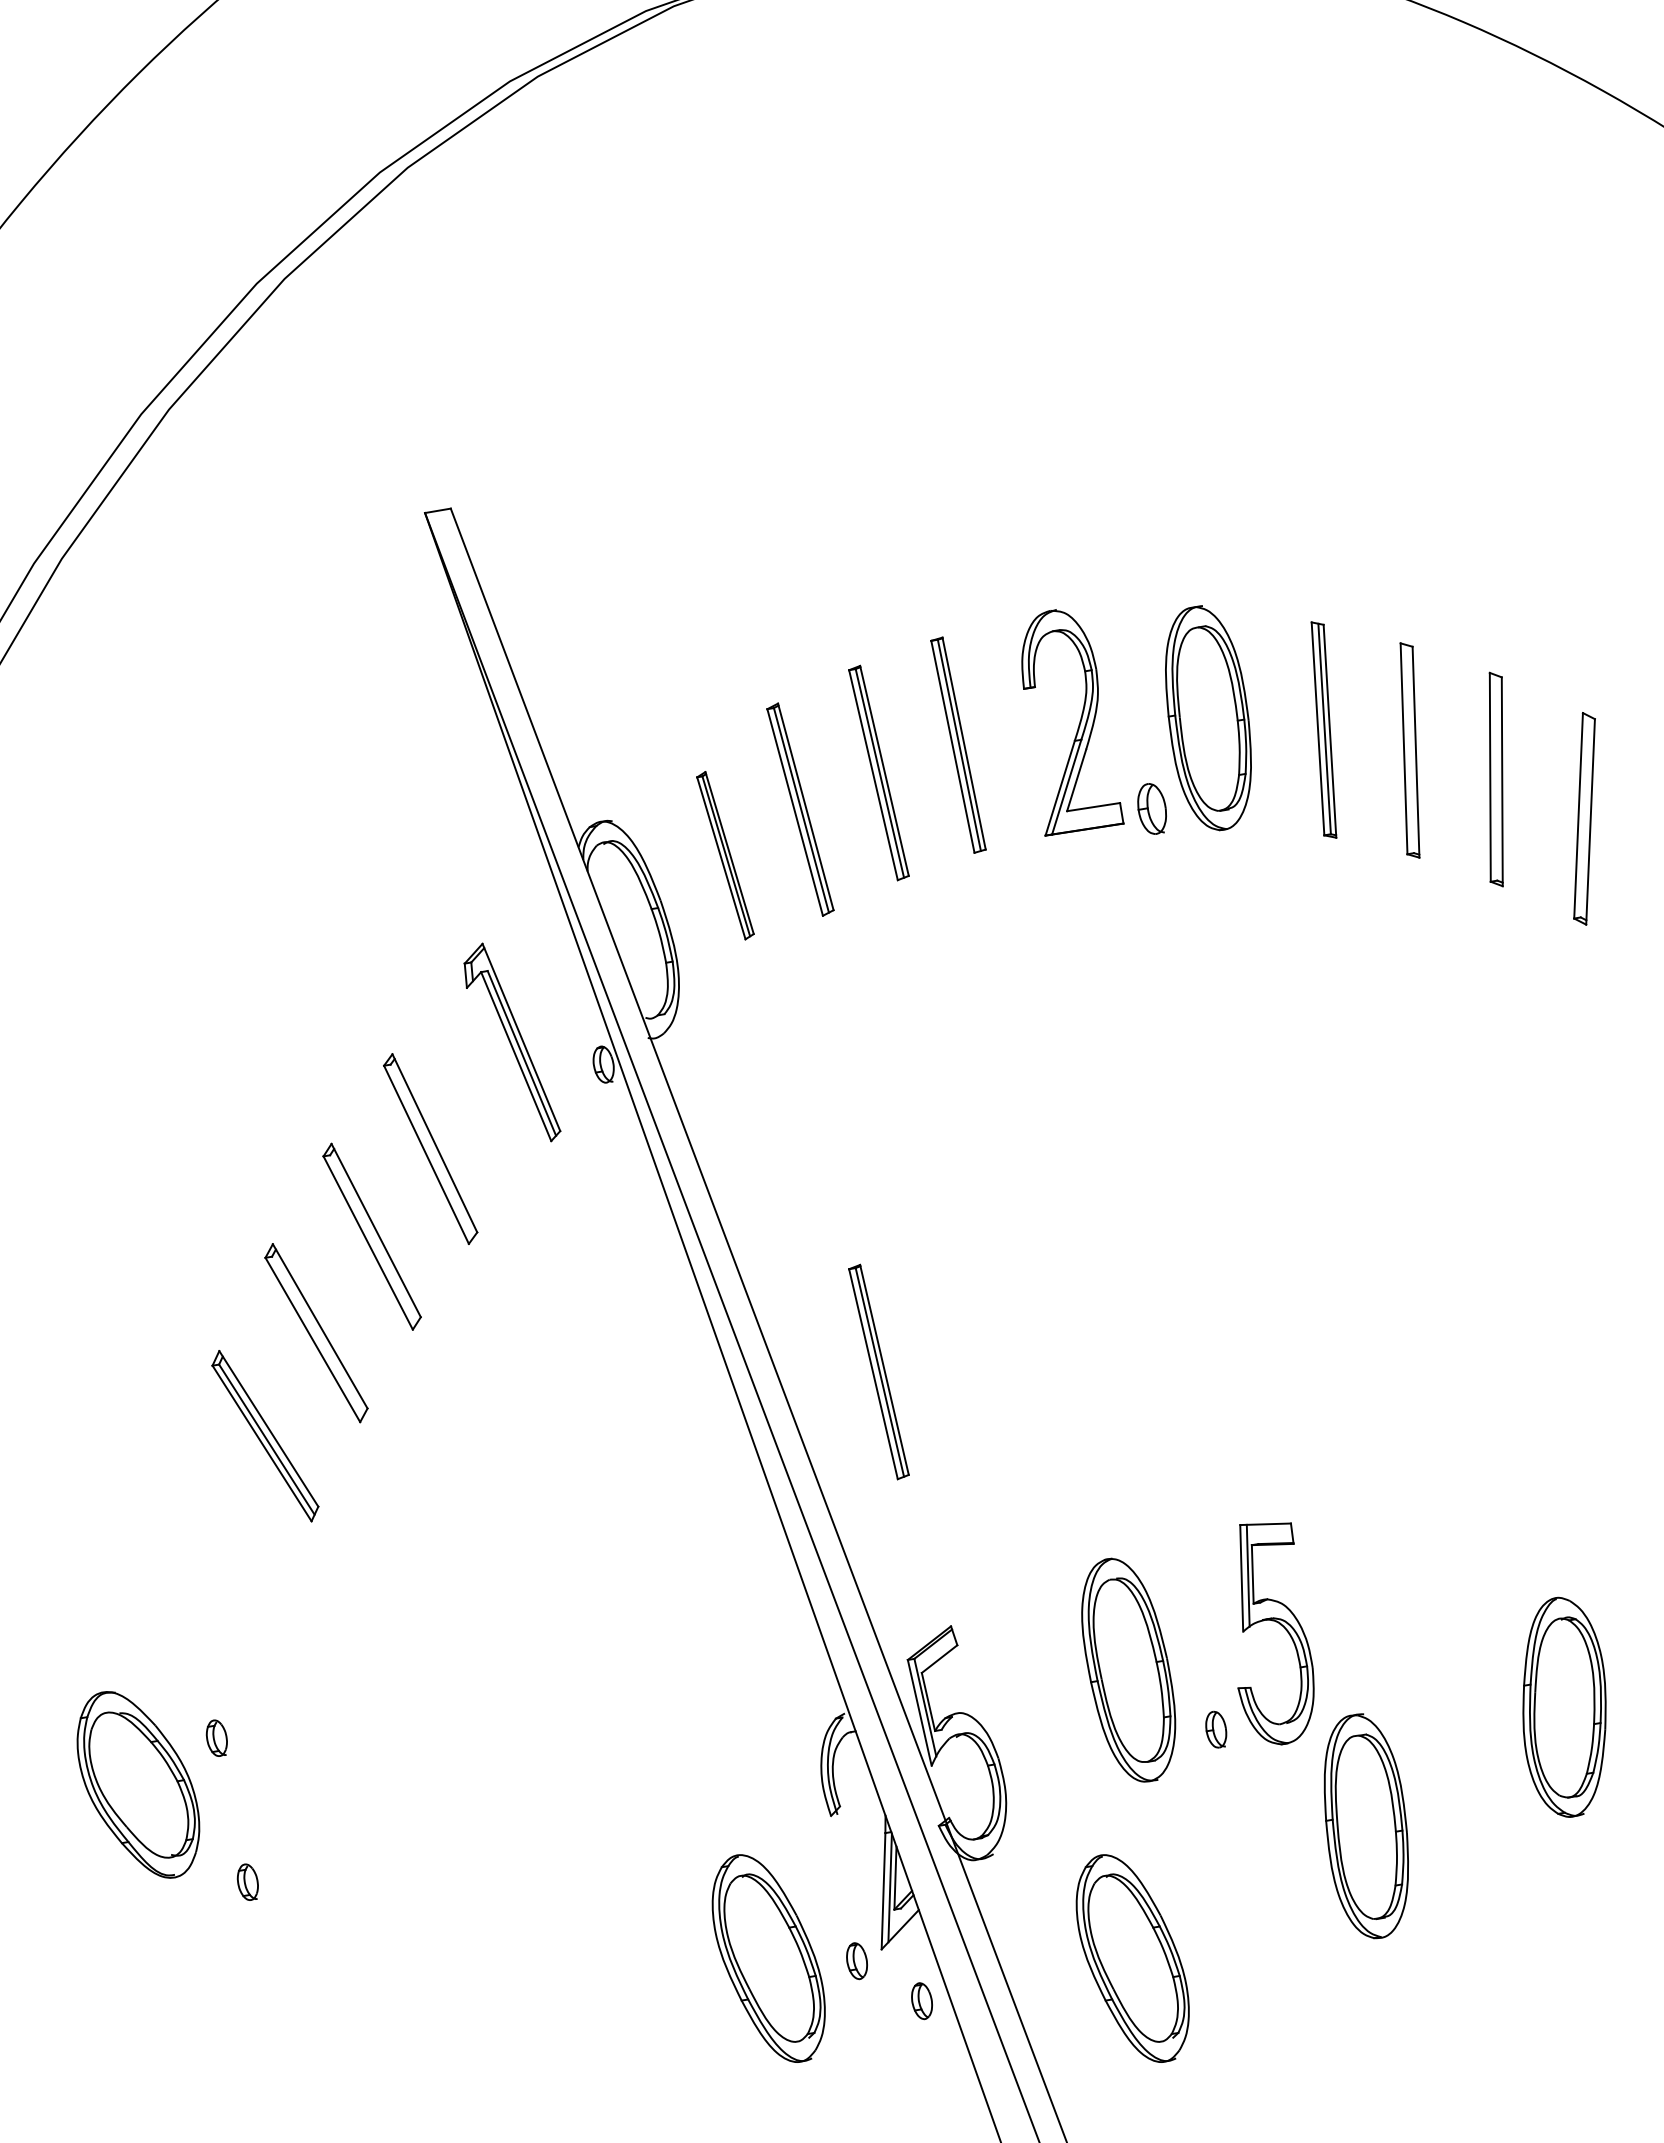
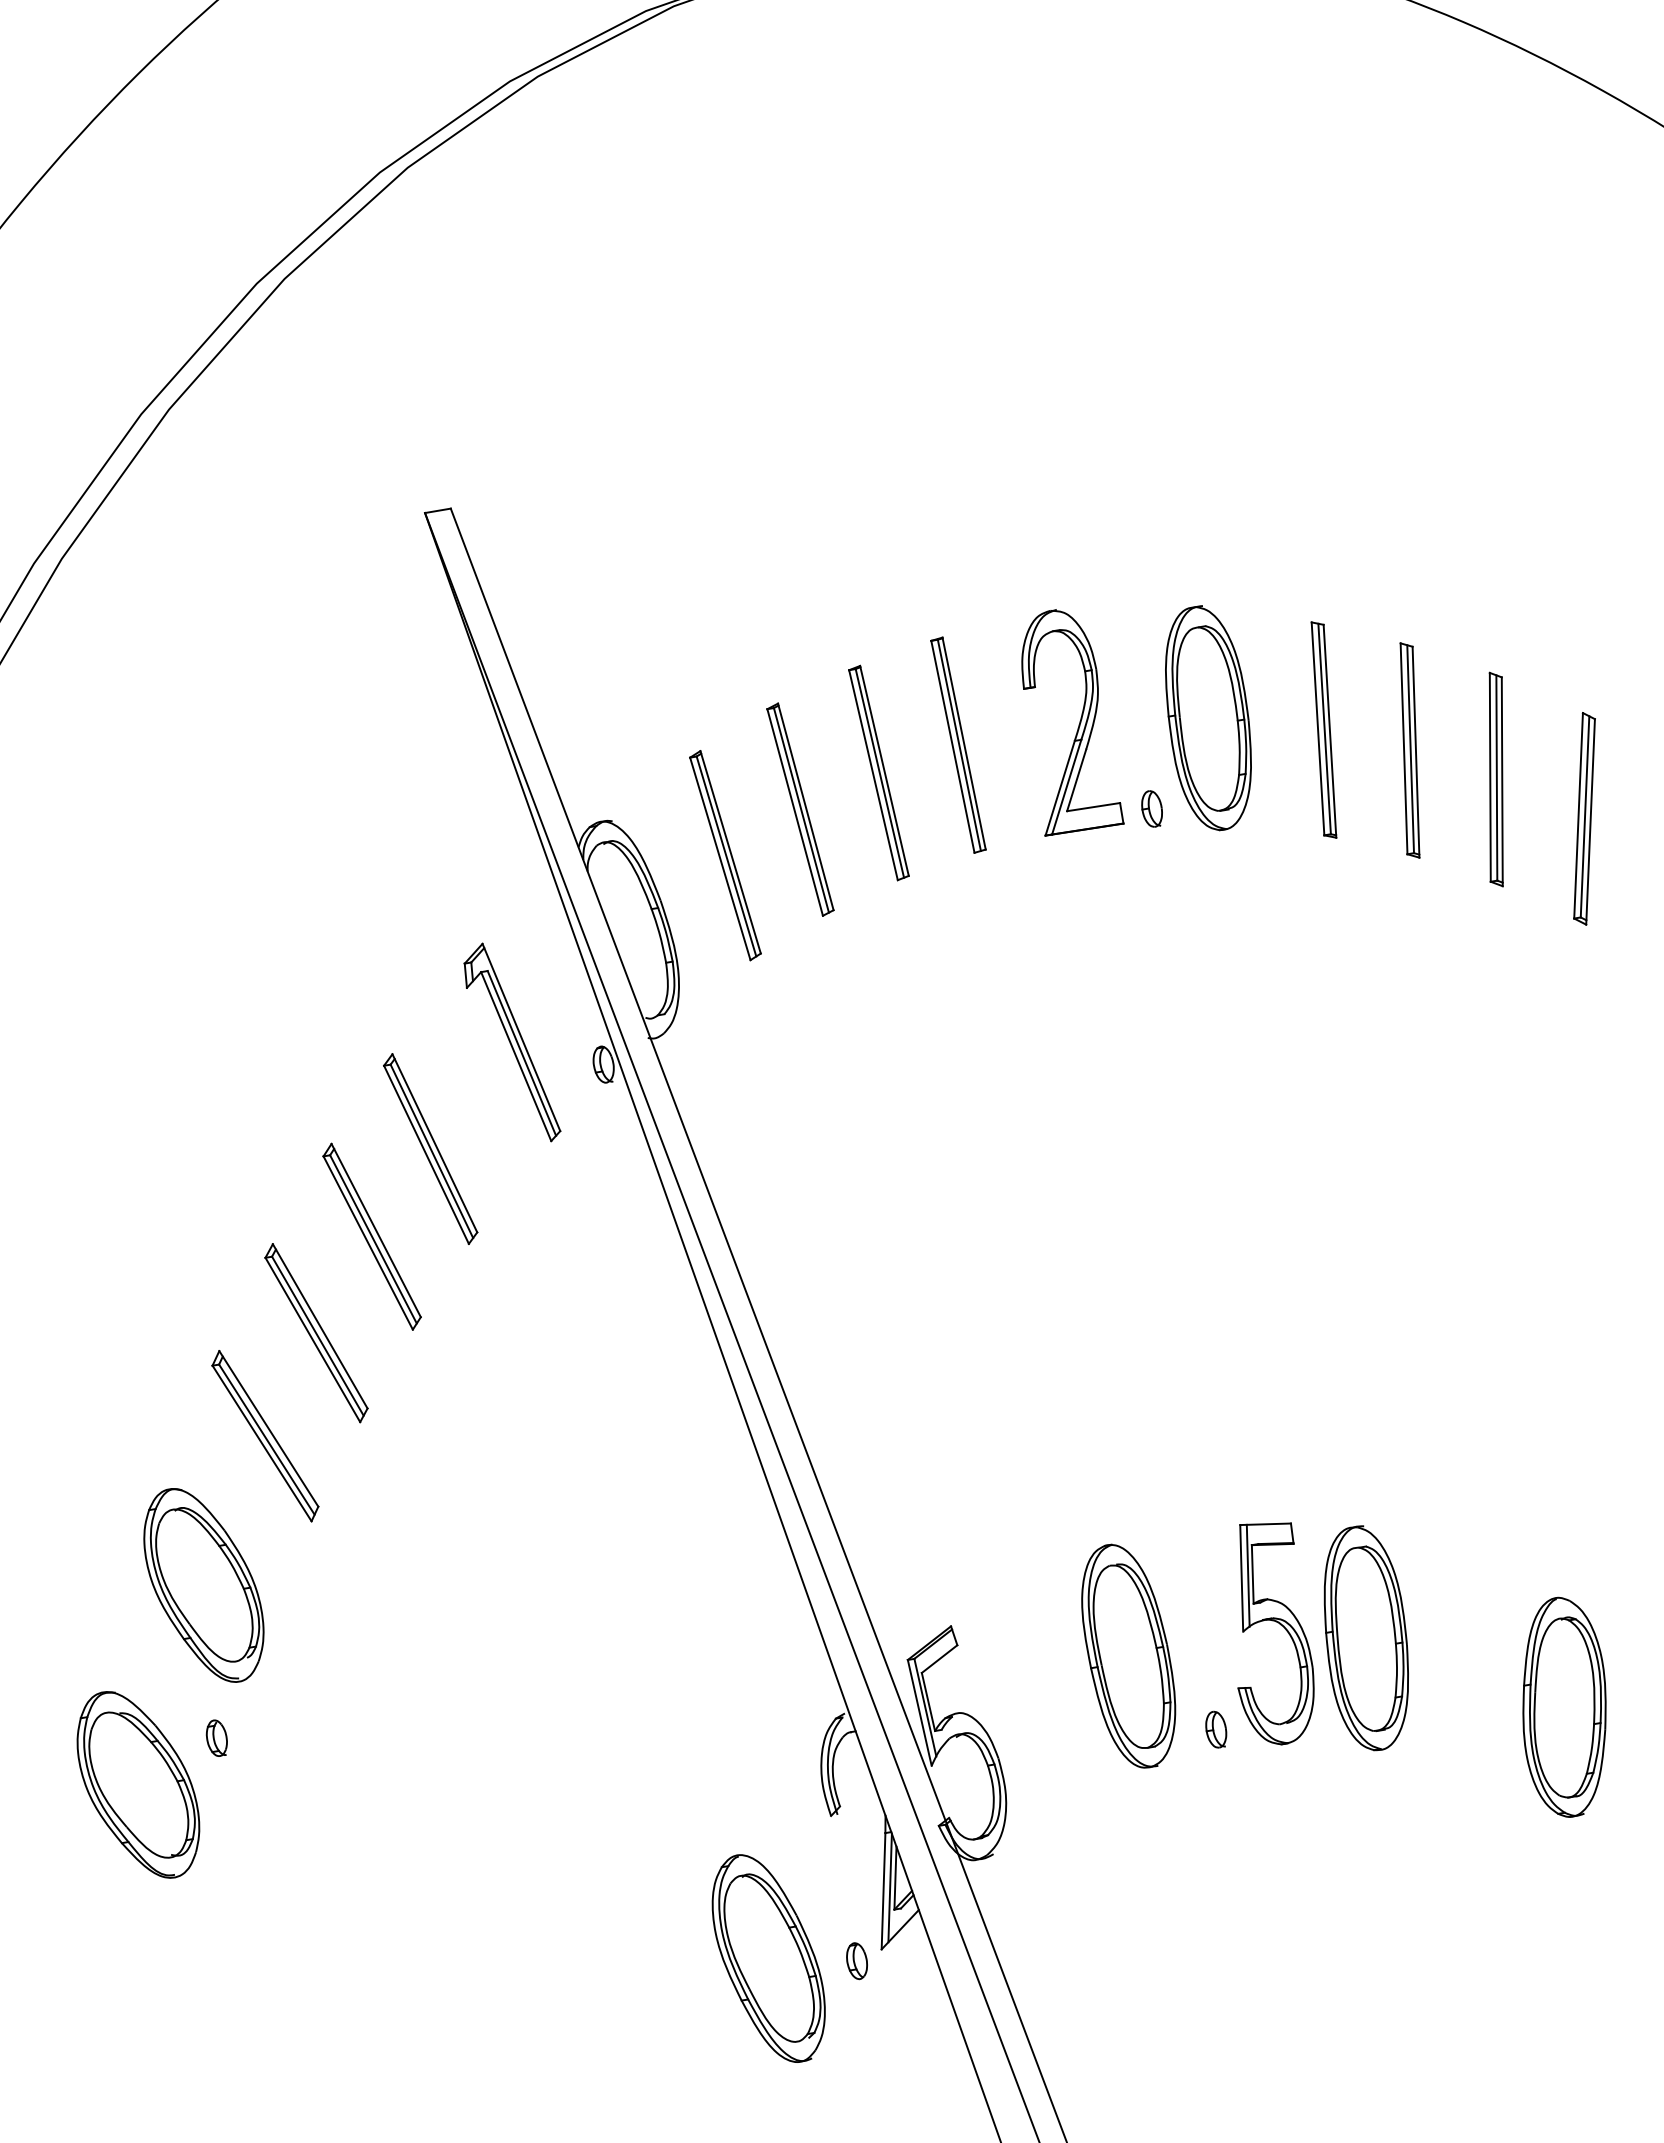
line at (1410, 749): none -> present
line at (1496, 777): none -> present
part at (1151, 808) size: 30x52 px -> 22x38 px
line at (1584, 816): none -> present
part at (725, 855) size: 59x170 px -> 73x212 px
line at (431, 1151): none -> present
line at (373, 1239): none -> present
line at (317, 1335): none -> present
part at (878, 1371): present -> none
part at (203, 1585): none -> present
part at (1128, 1669) position: (1128, 1669) -> (1128, 1655)
part at (1365, 1826) position: (1365, 1826) -> (1365, 1638)
part at (247, 1881): present -> none
part at (1132, 1958): present -> none
part at (921, 2001): present -> none
